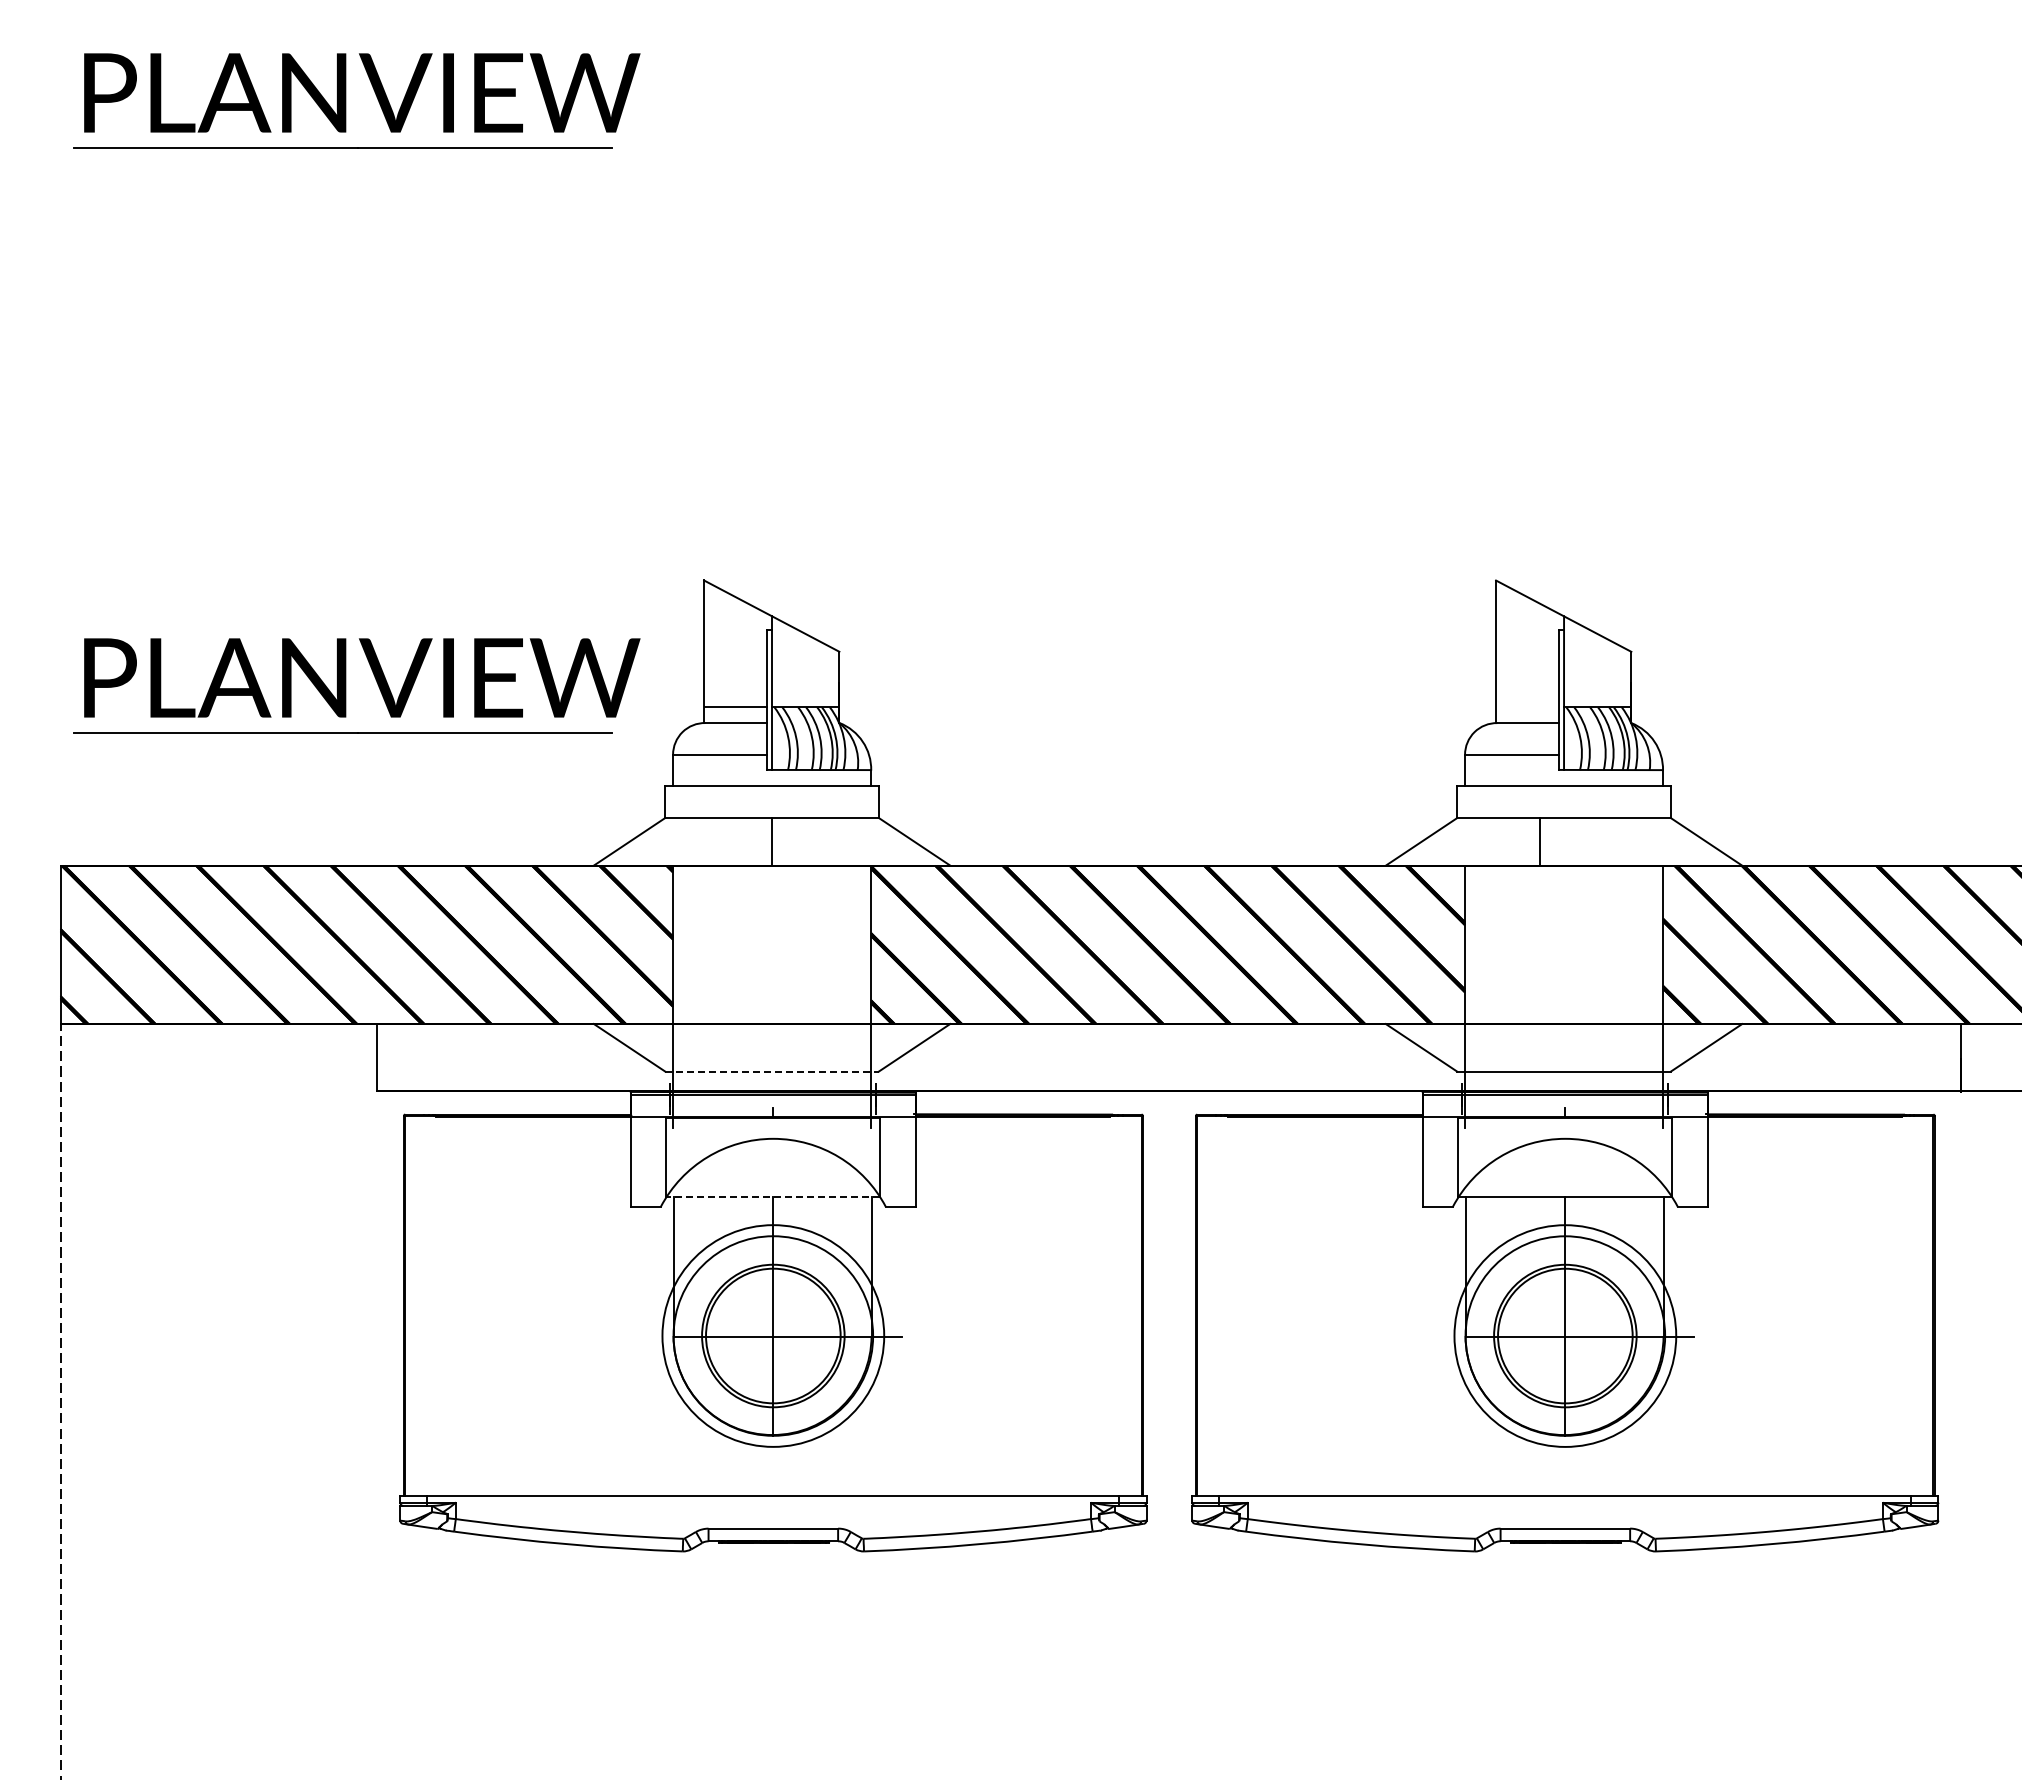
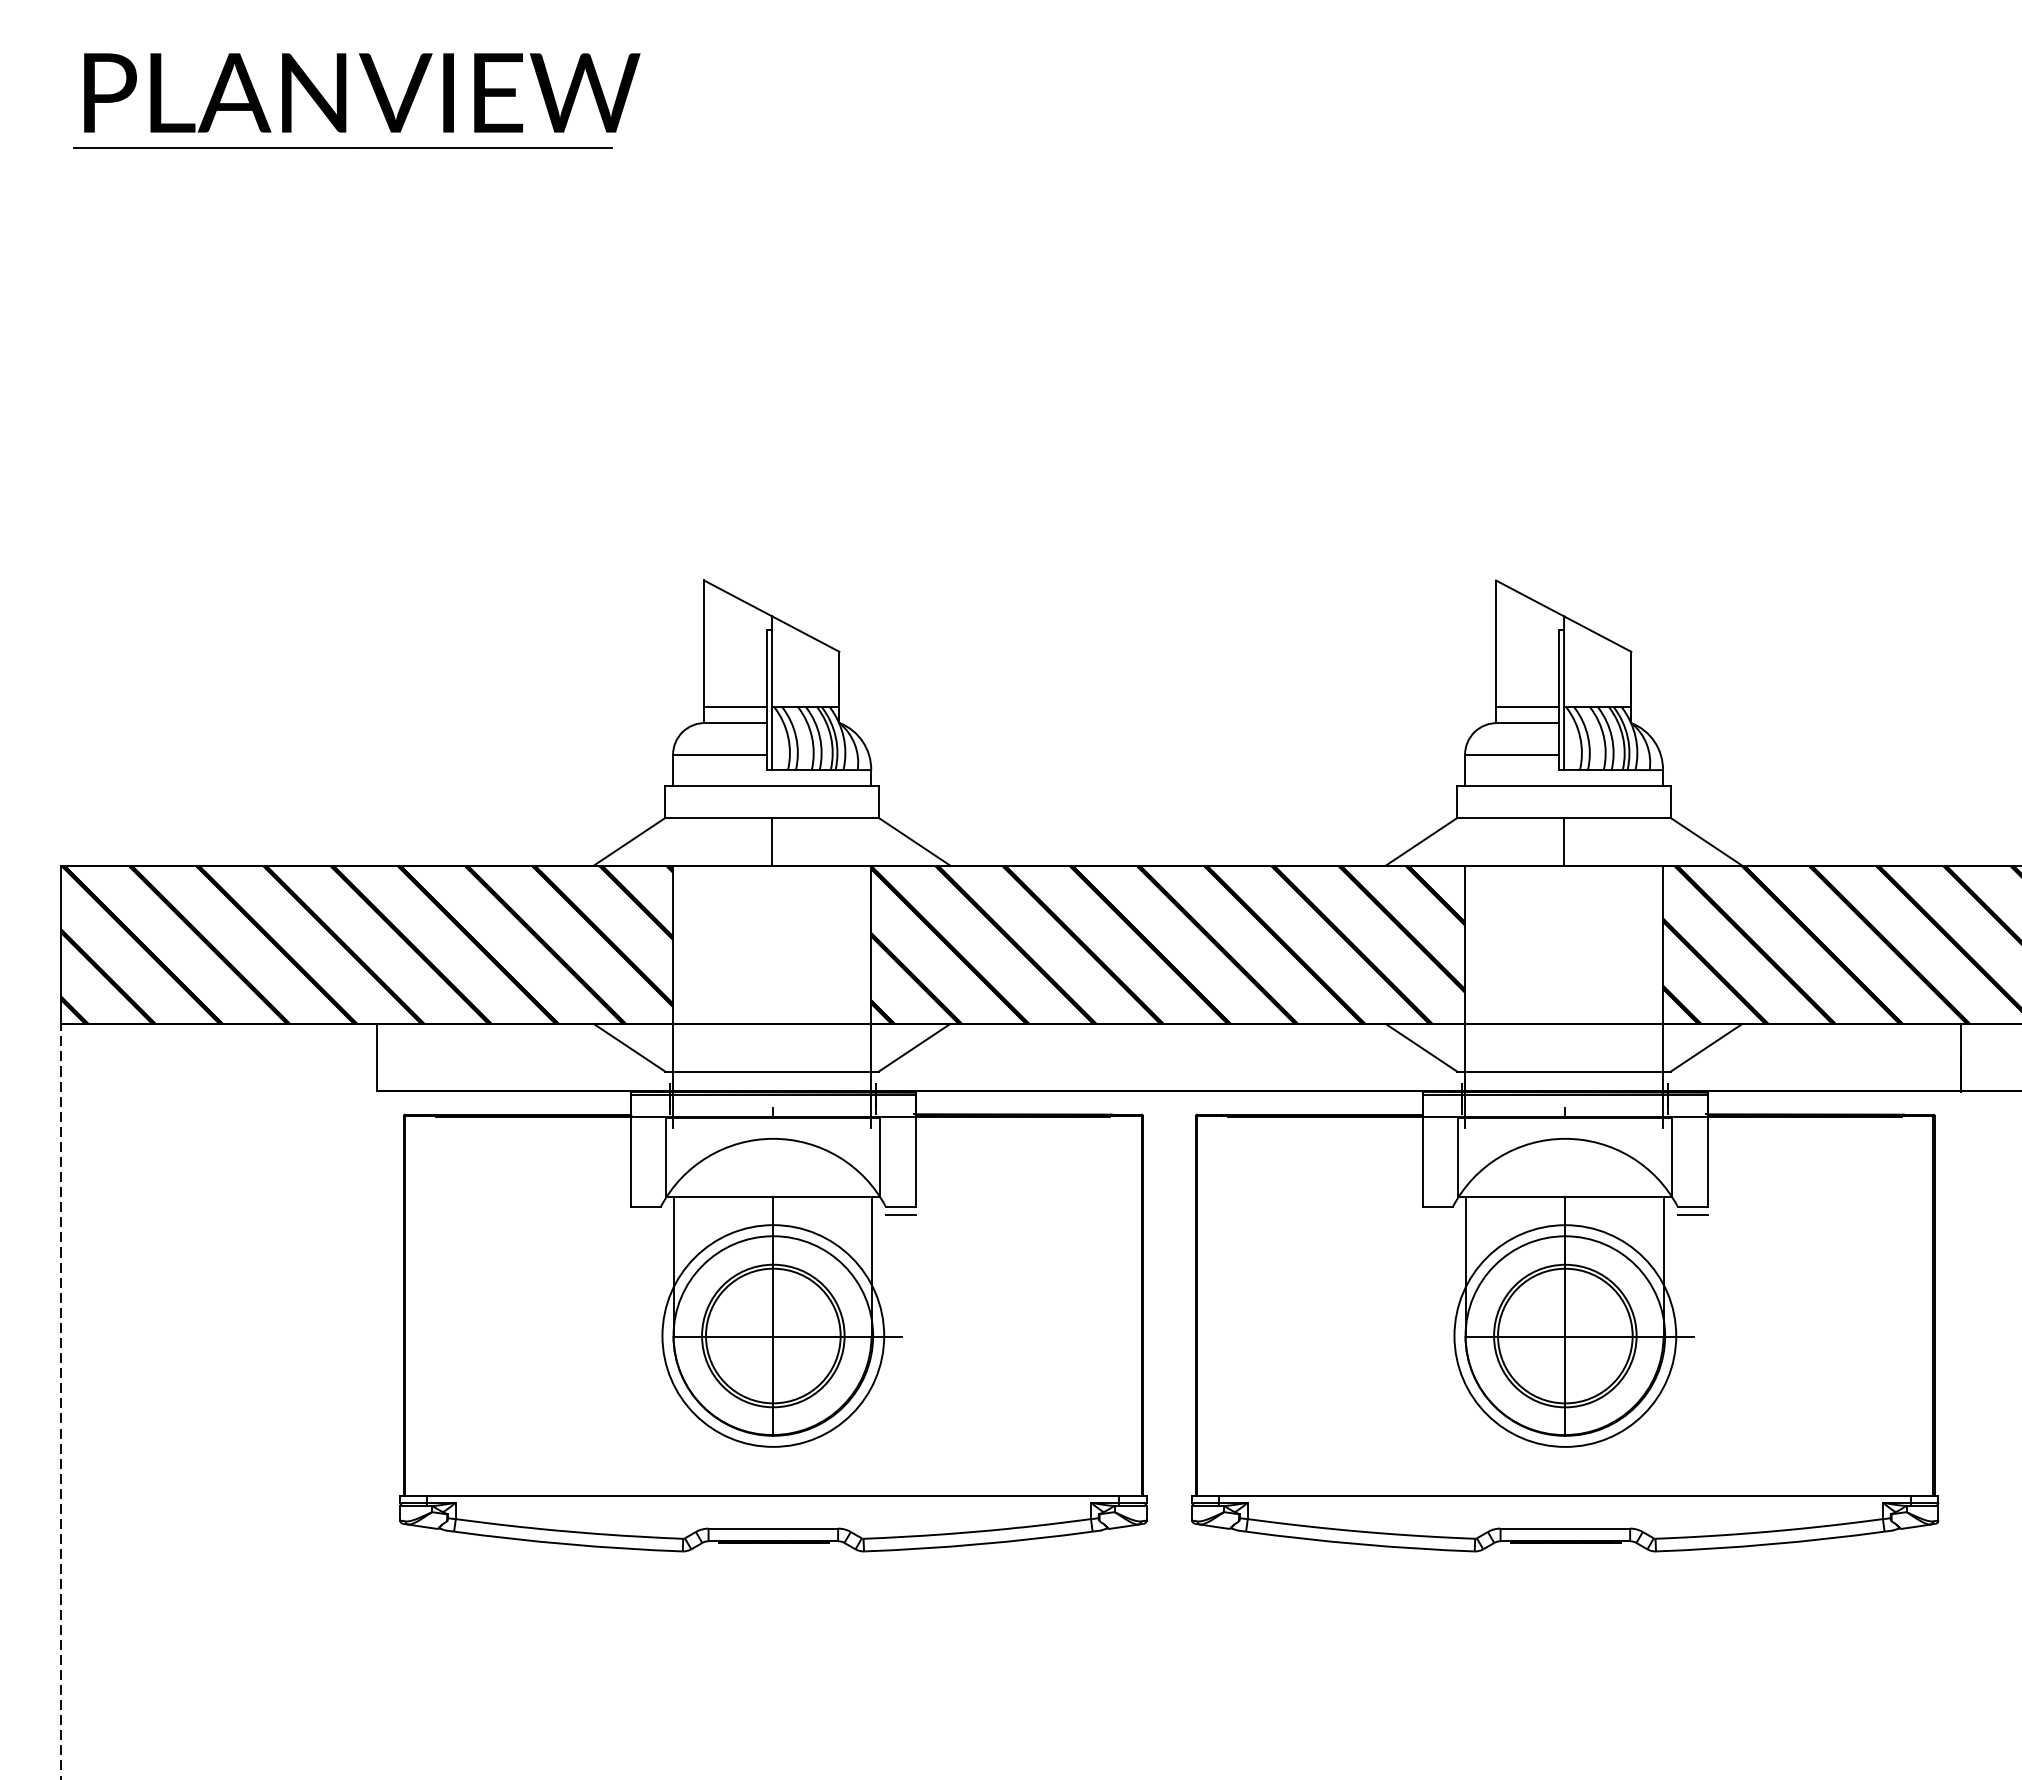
part at (346, 685): present -> none
line at (1527, 707): none -> present
line at (1540, 841) position: (1540, 841) -> (1564, 841)
line at (772, 1071): dashed -> solid
line at (773, 1197): dashed -> solid
line at (900, 1214): none -> present
line at (1692, 1214): none -> present
